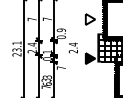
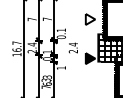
text at (60, 30): 0.9 -> 0.1
text at (16, 48): 23.1 -> 16.7
text at (60, 67): 7 -> 1
